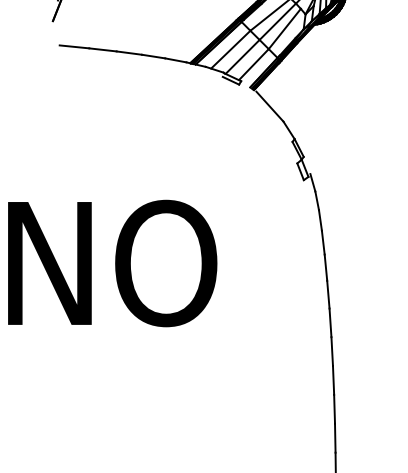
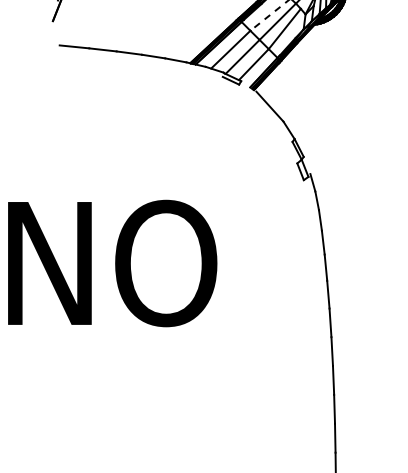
line at (269, 15): solid -> dashed
